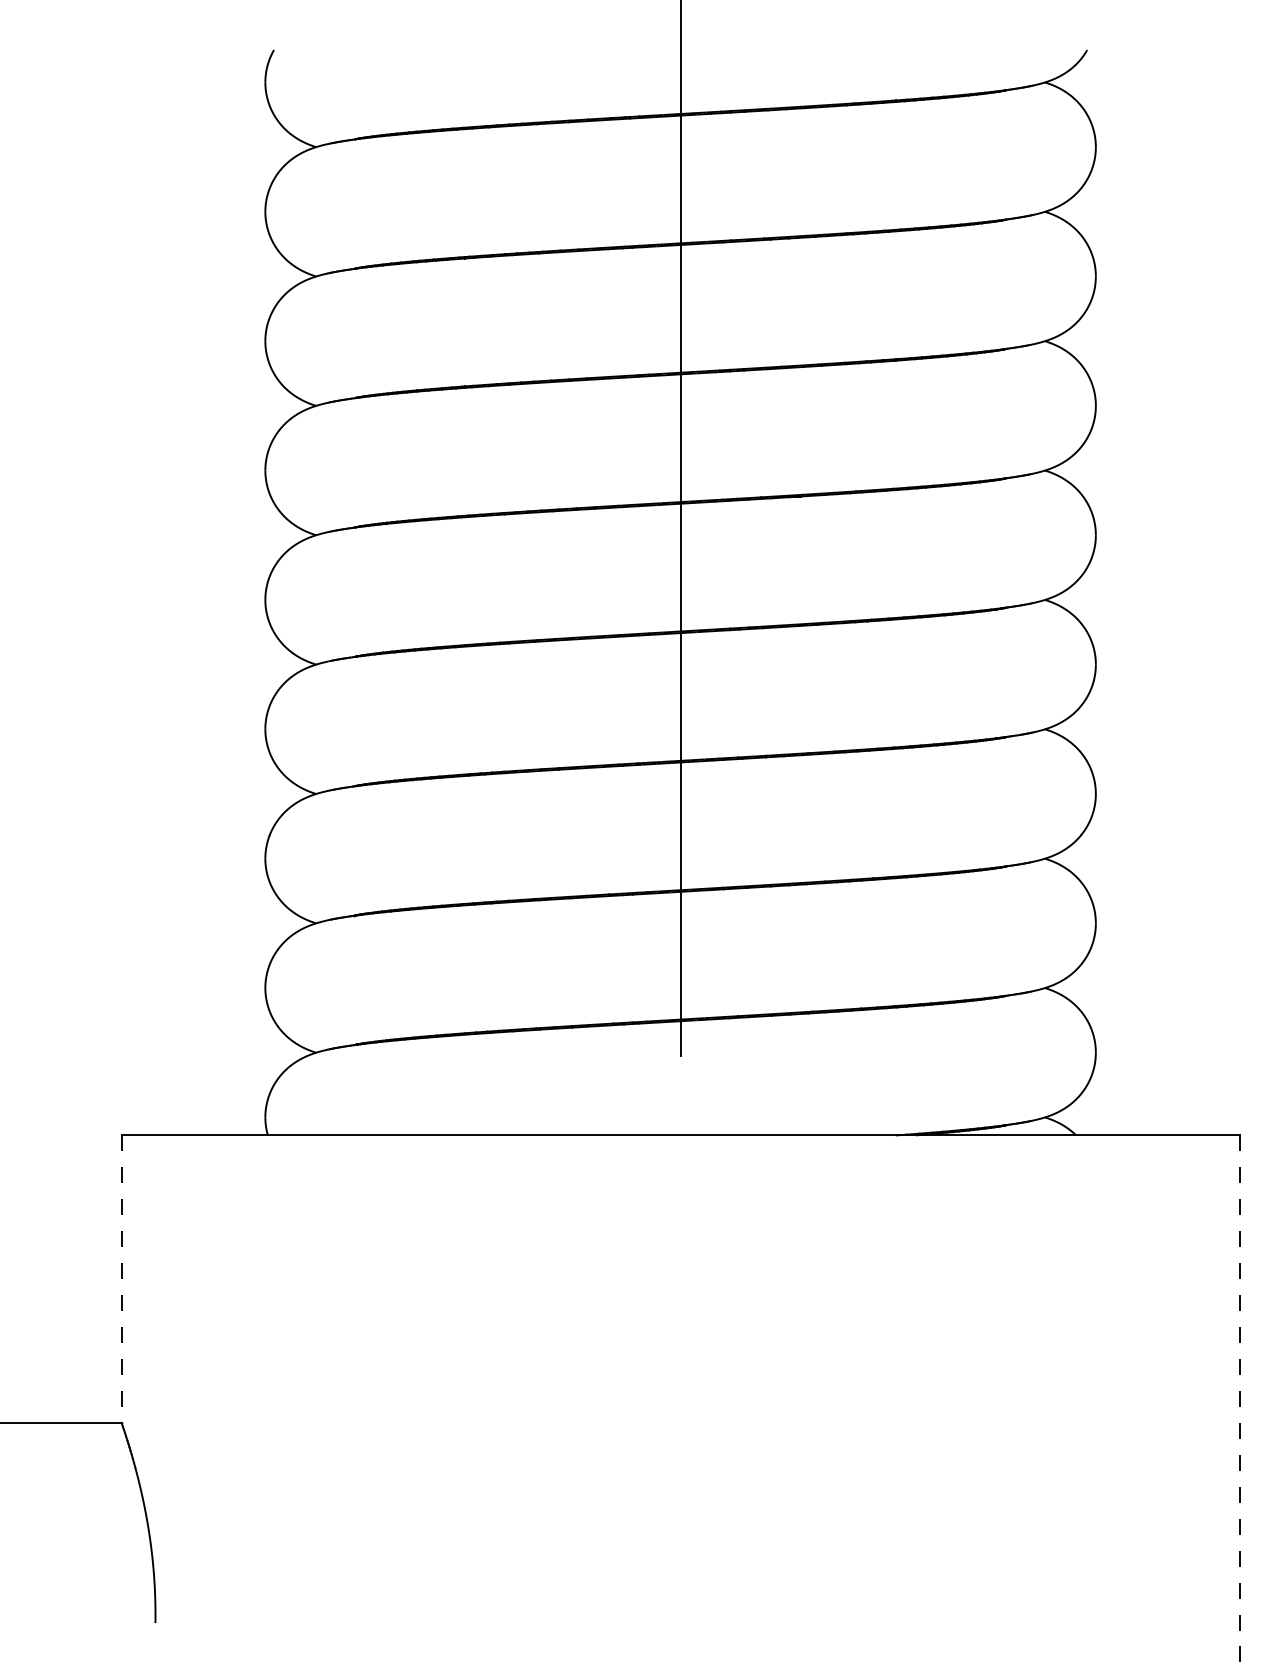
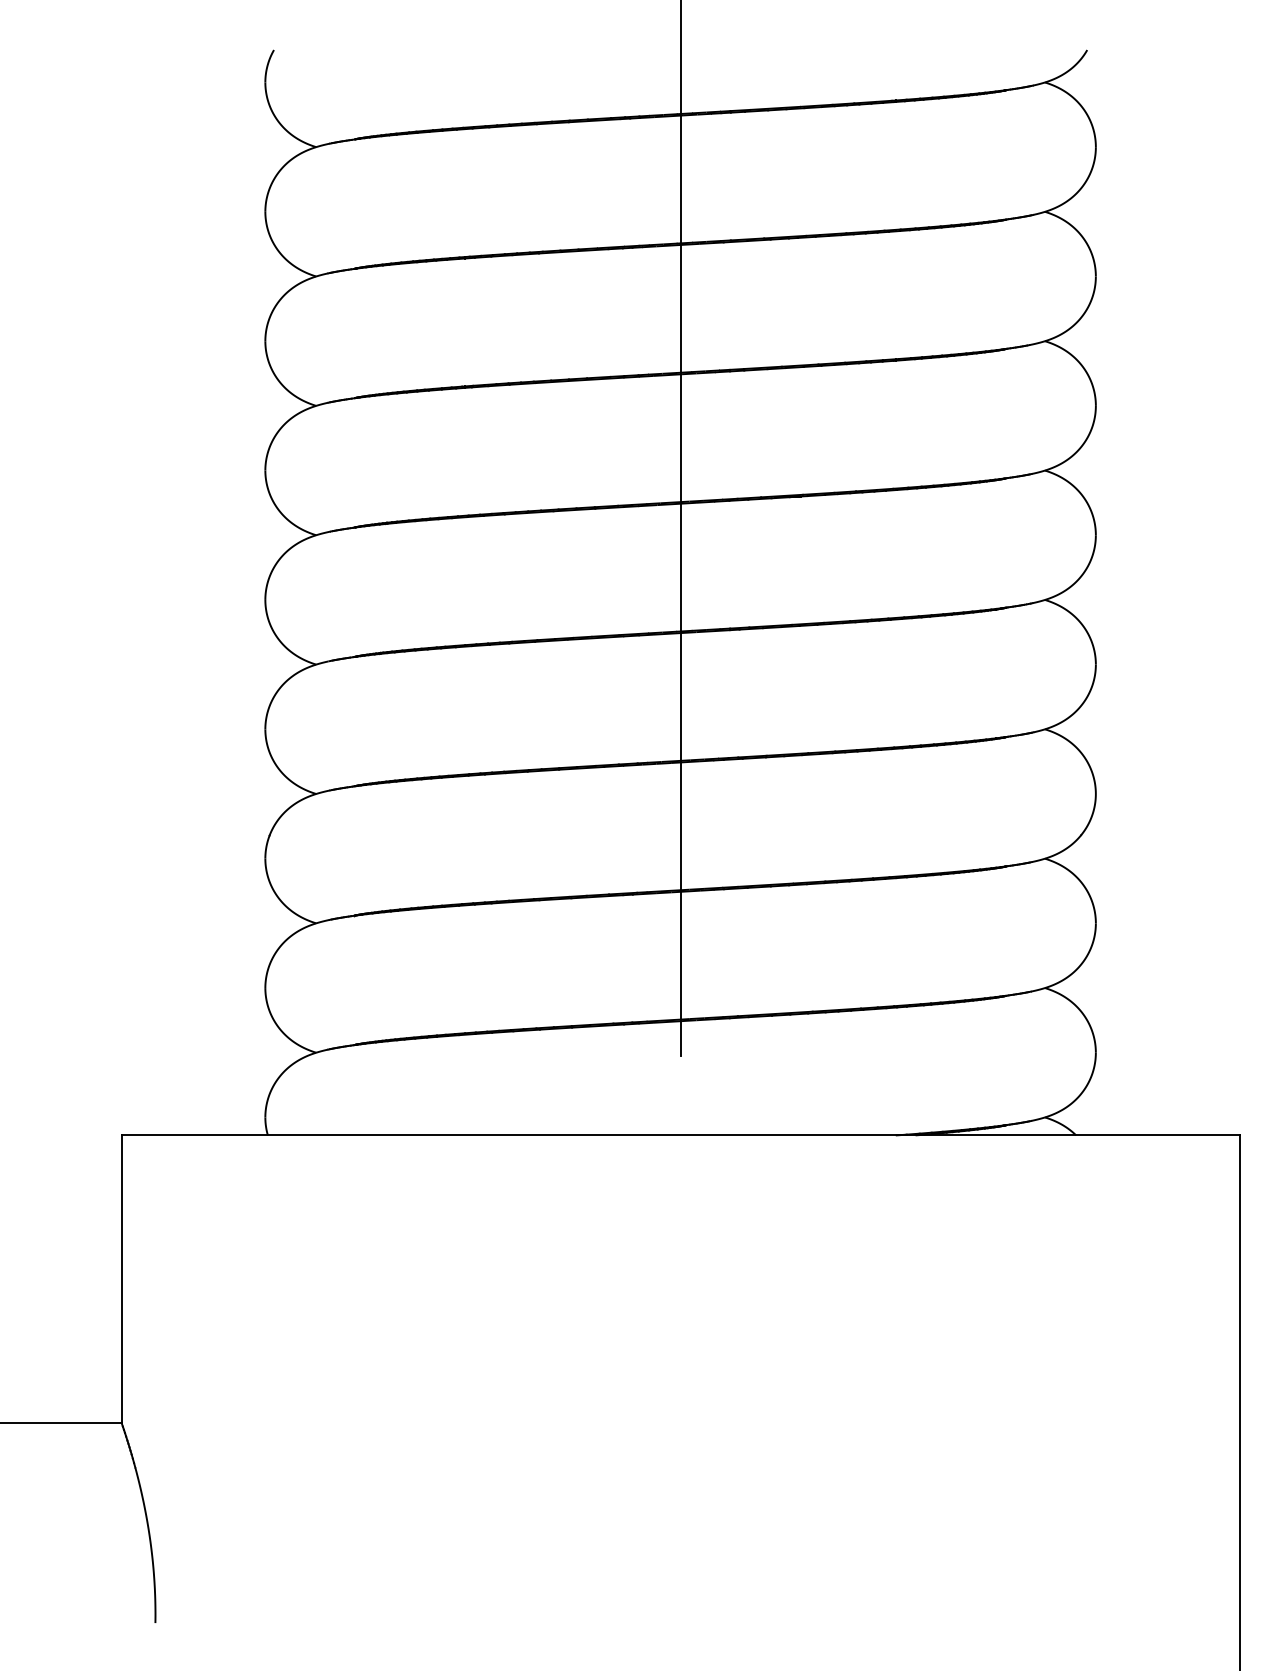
line at (121, 1279): dashed -> solid
line at (1239, 1403): dashed -> solid
